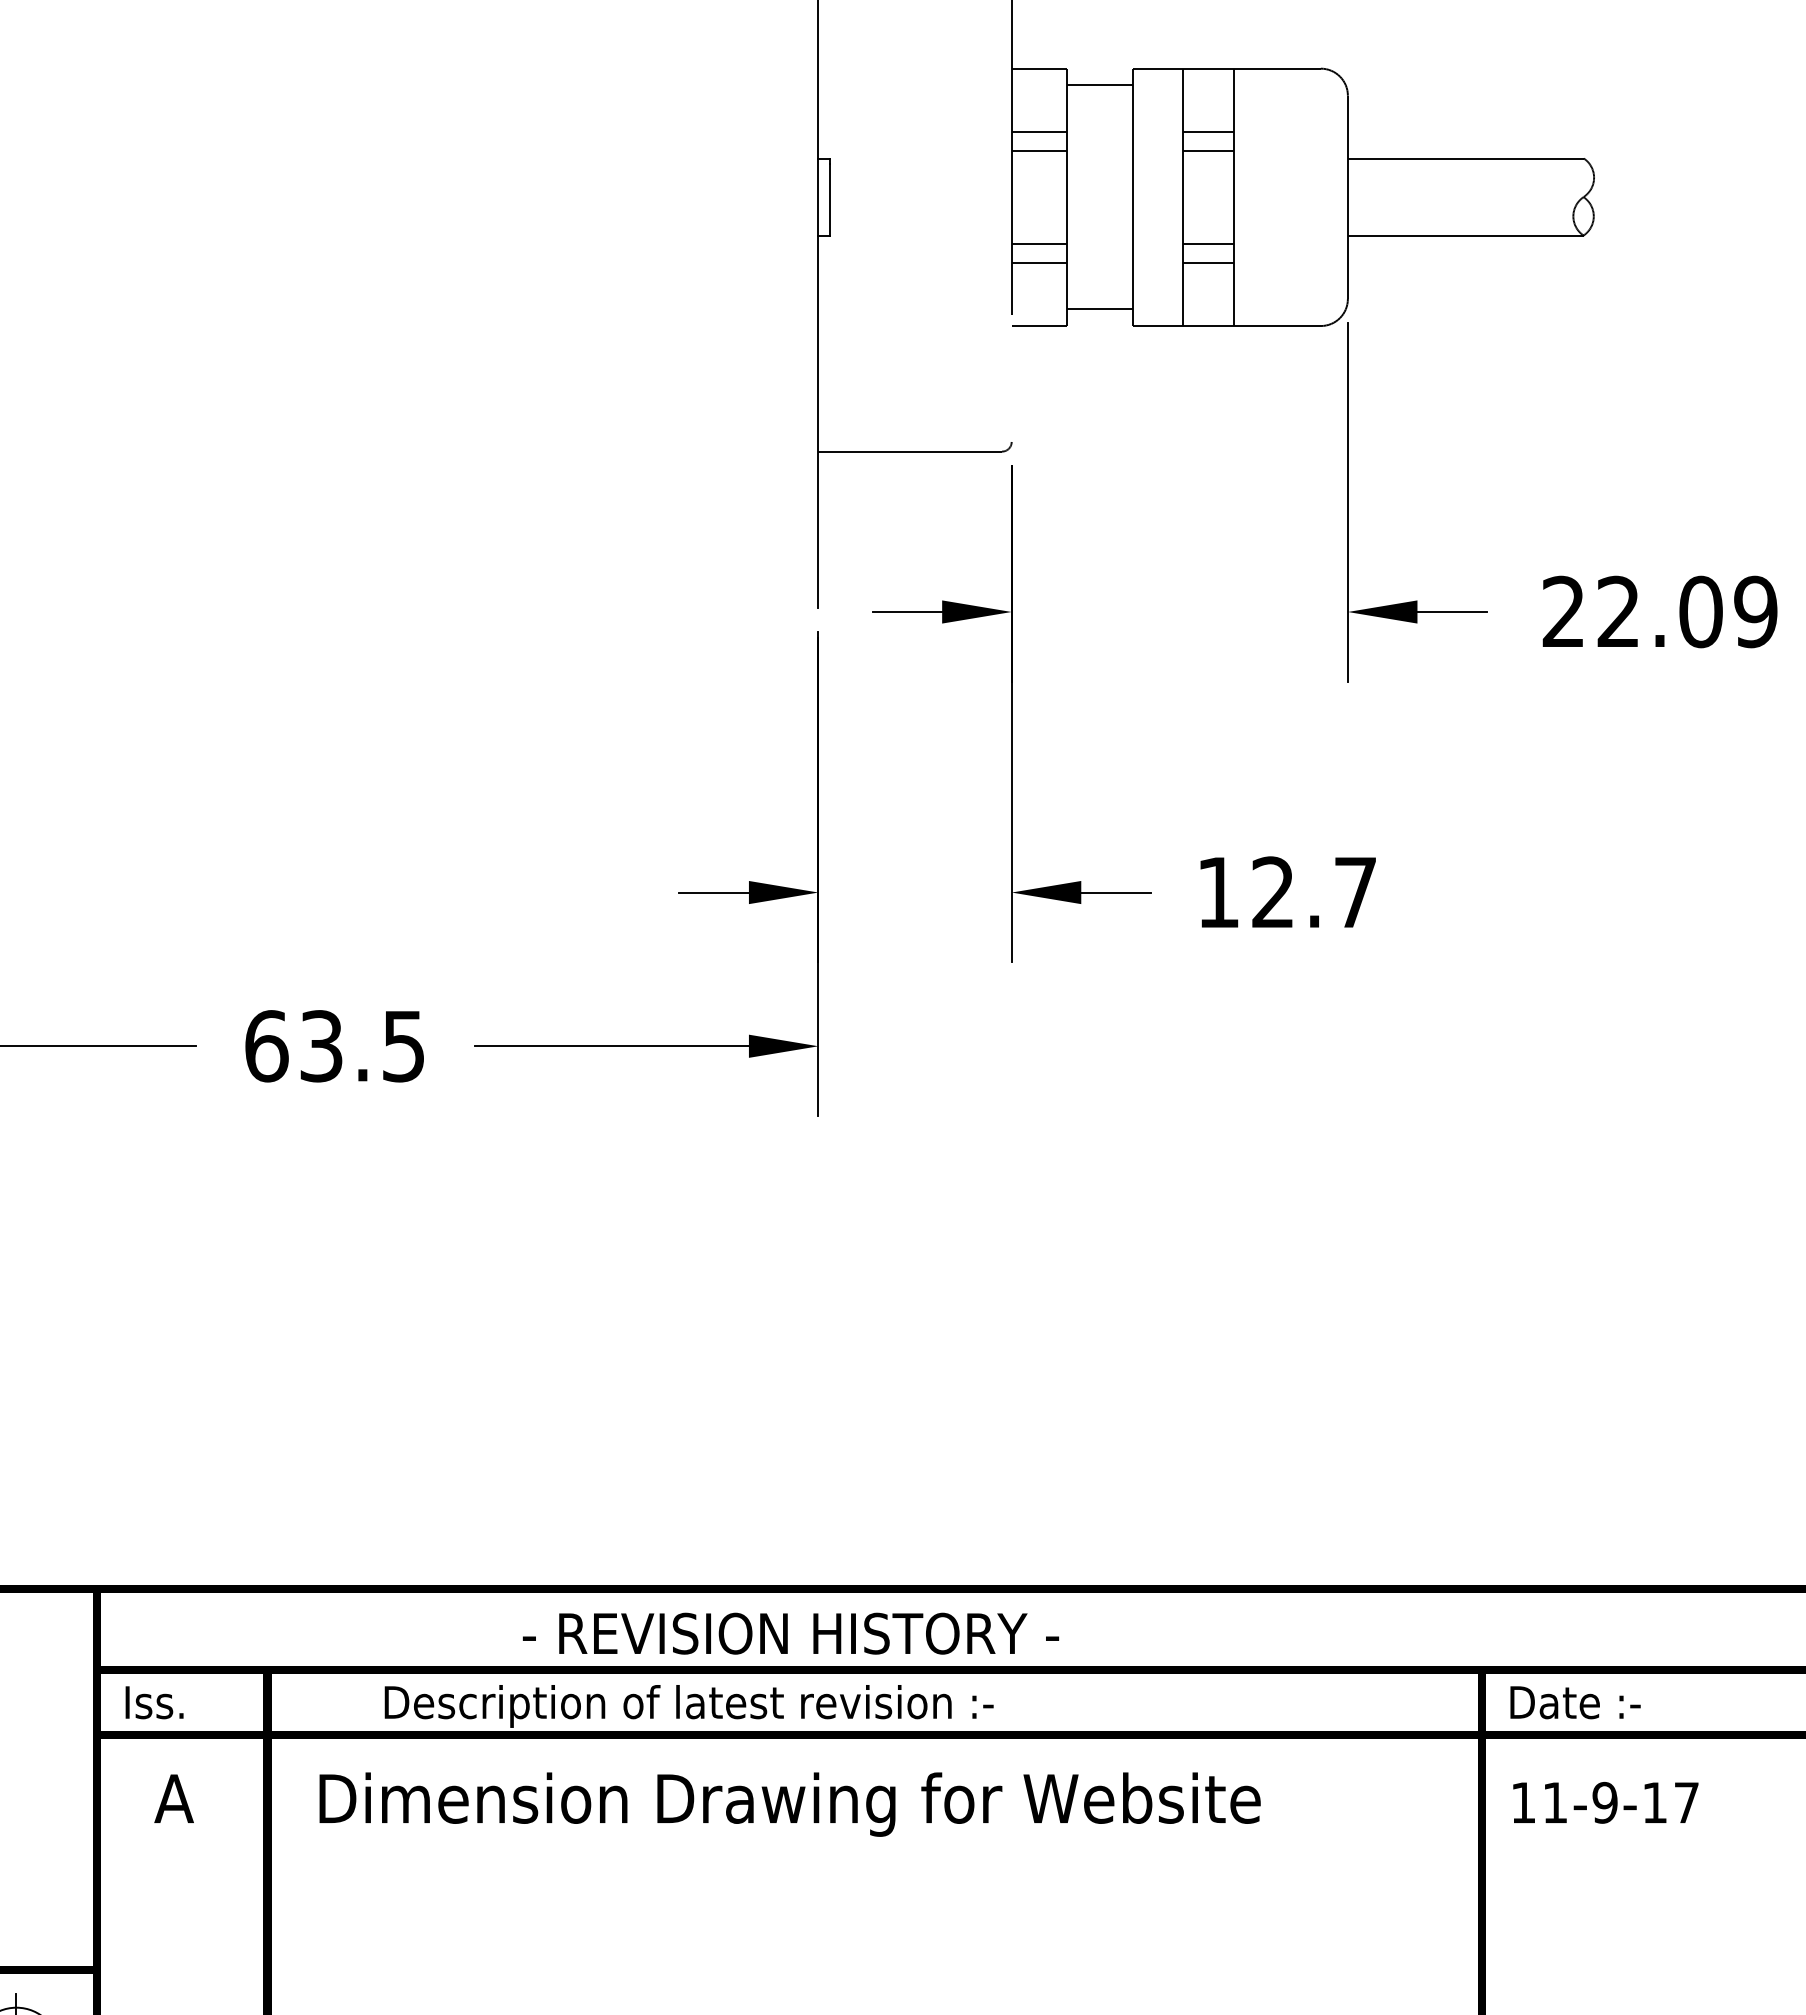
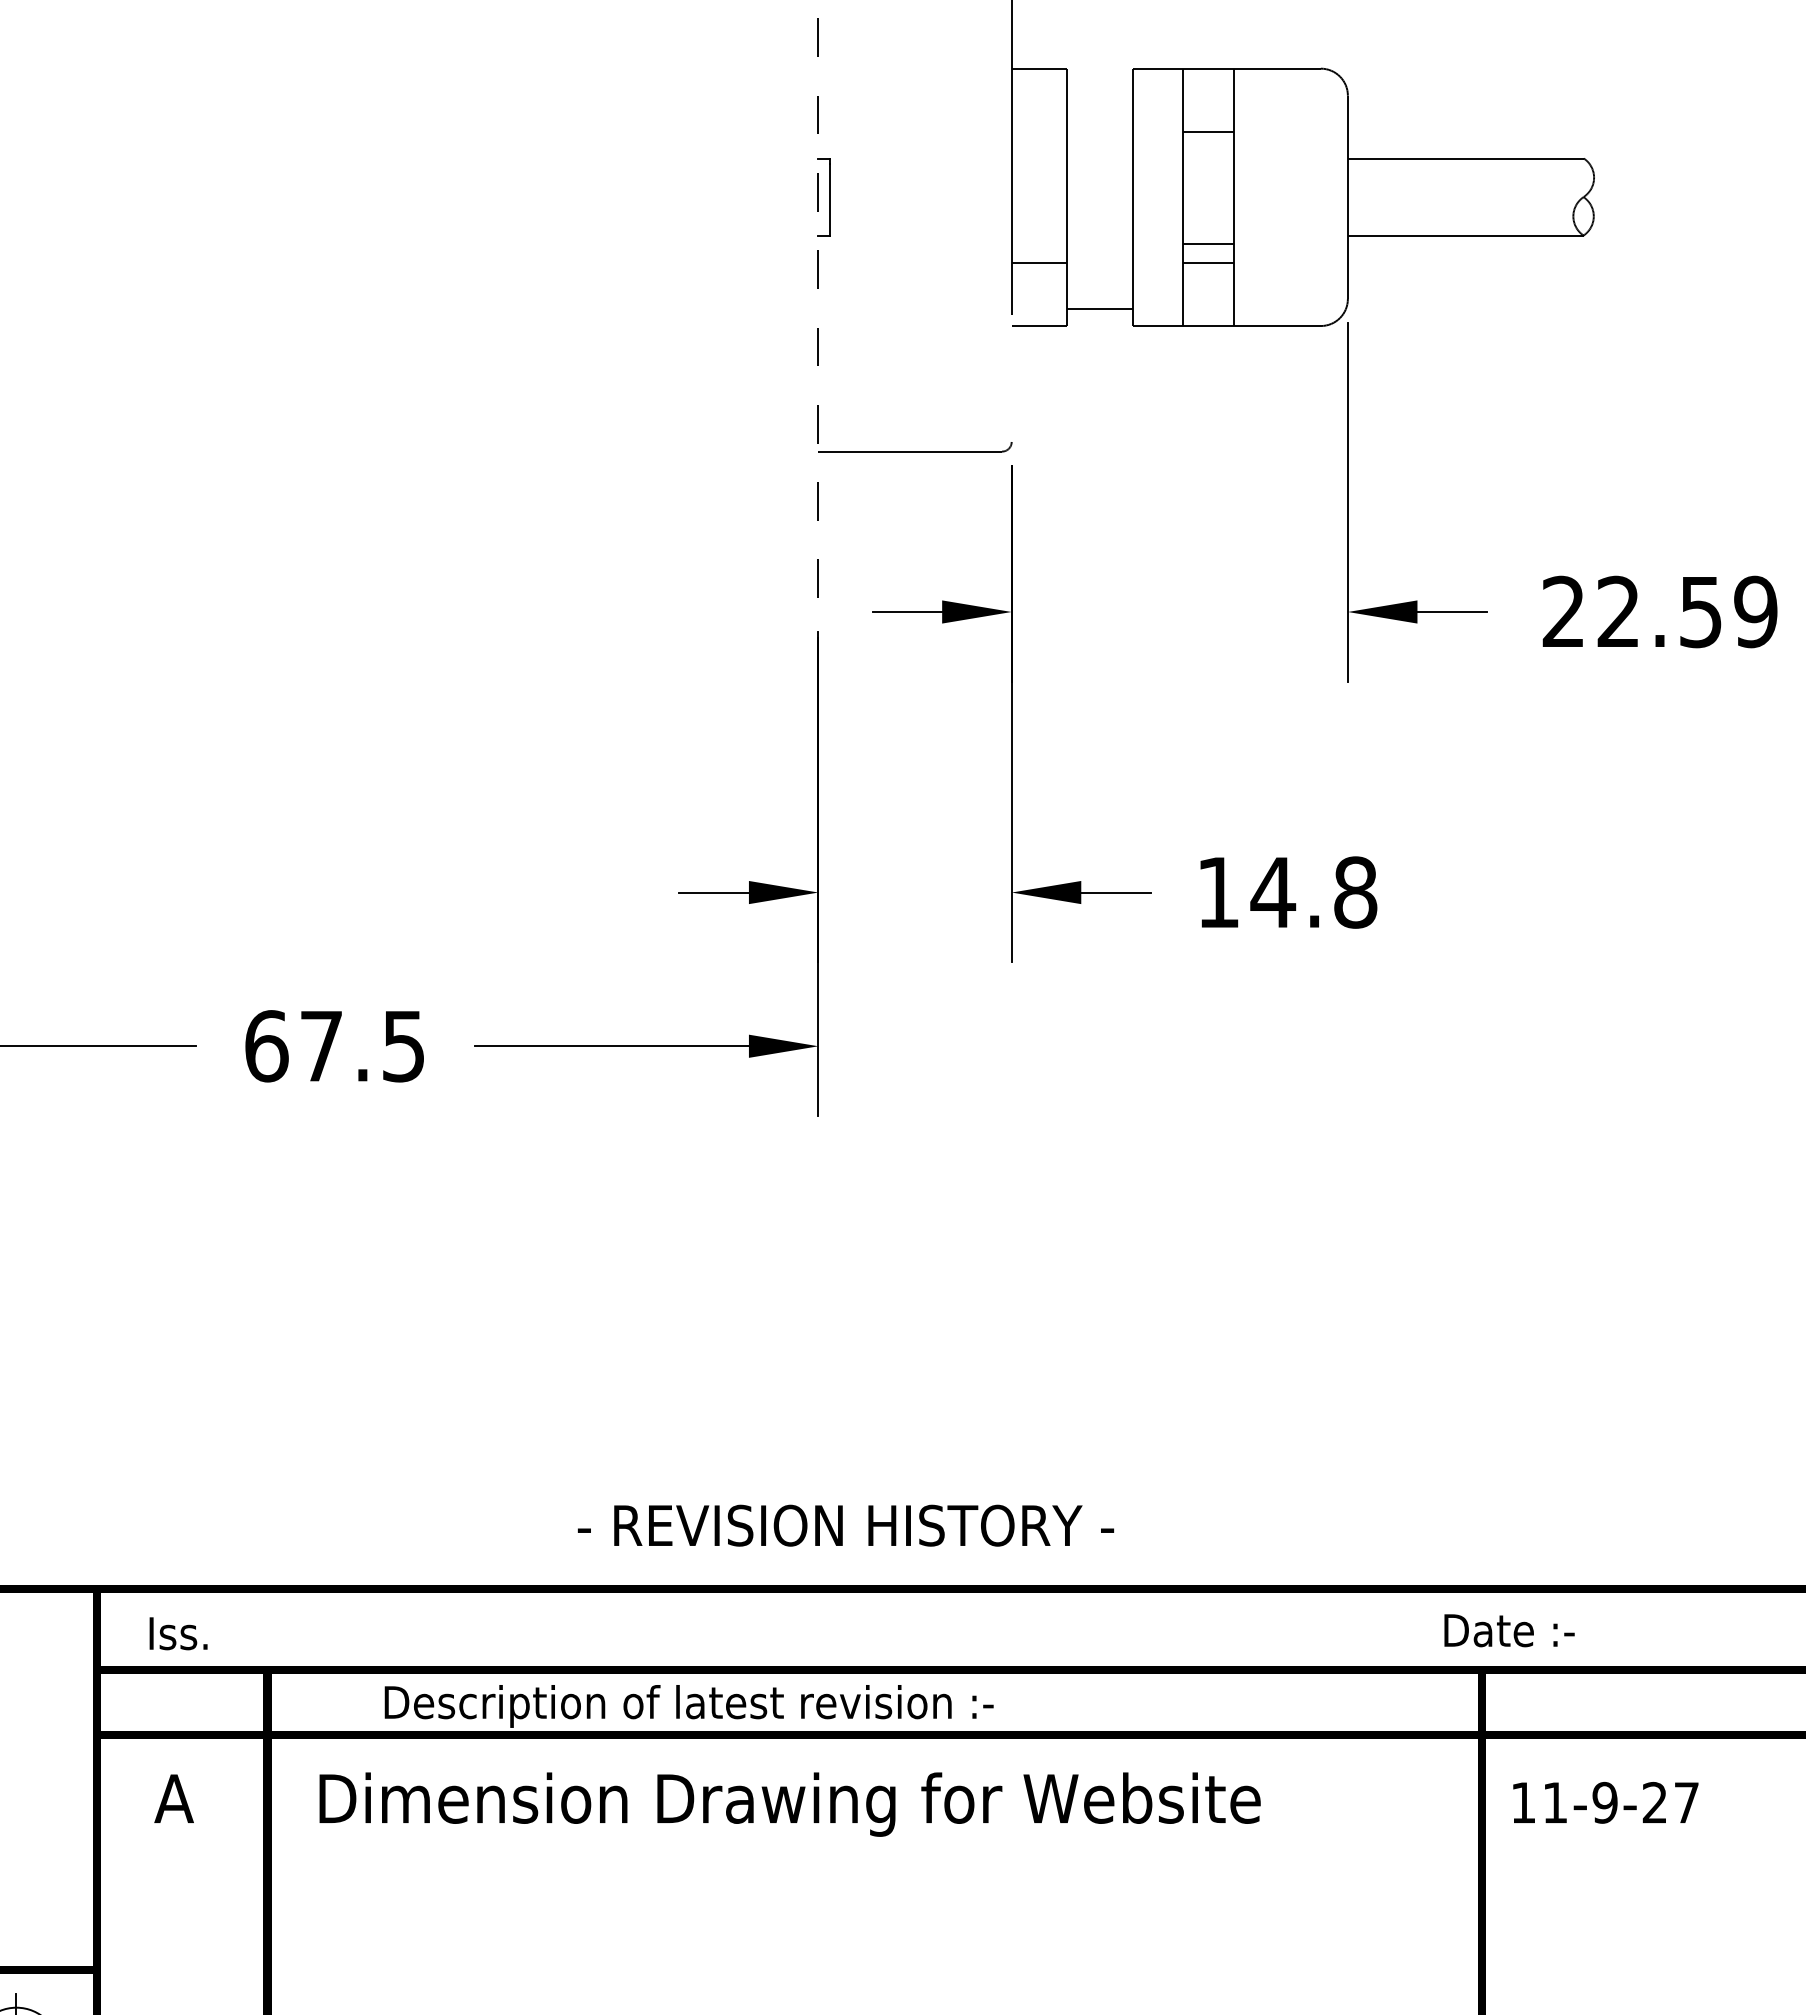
line at (1099, 85): present -> none
line at (1038, 131): present -> none
line at (1038, 150): present -> none
line at (1208, 150): present -> none
line at (1038, 243): present -> none
line at (818, 304): solid -> dashed
text at (1700, 611): 22.09 -> 22.59
text at (1313, 892): 12.7 -> 14.8
text at (321, 1046): 63.5 -> 67.5
text at (790, 1633) position: (790, 1633) -> (845, 1525)
text at (154, 1702) position: (154, 1702) -> (178, 1633)
text at (1575, 1702) position: (1575, 1702) -> (1509, 1630)
text at (1654, 1802): 11-9-17 -> 11-9-27
